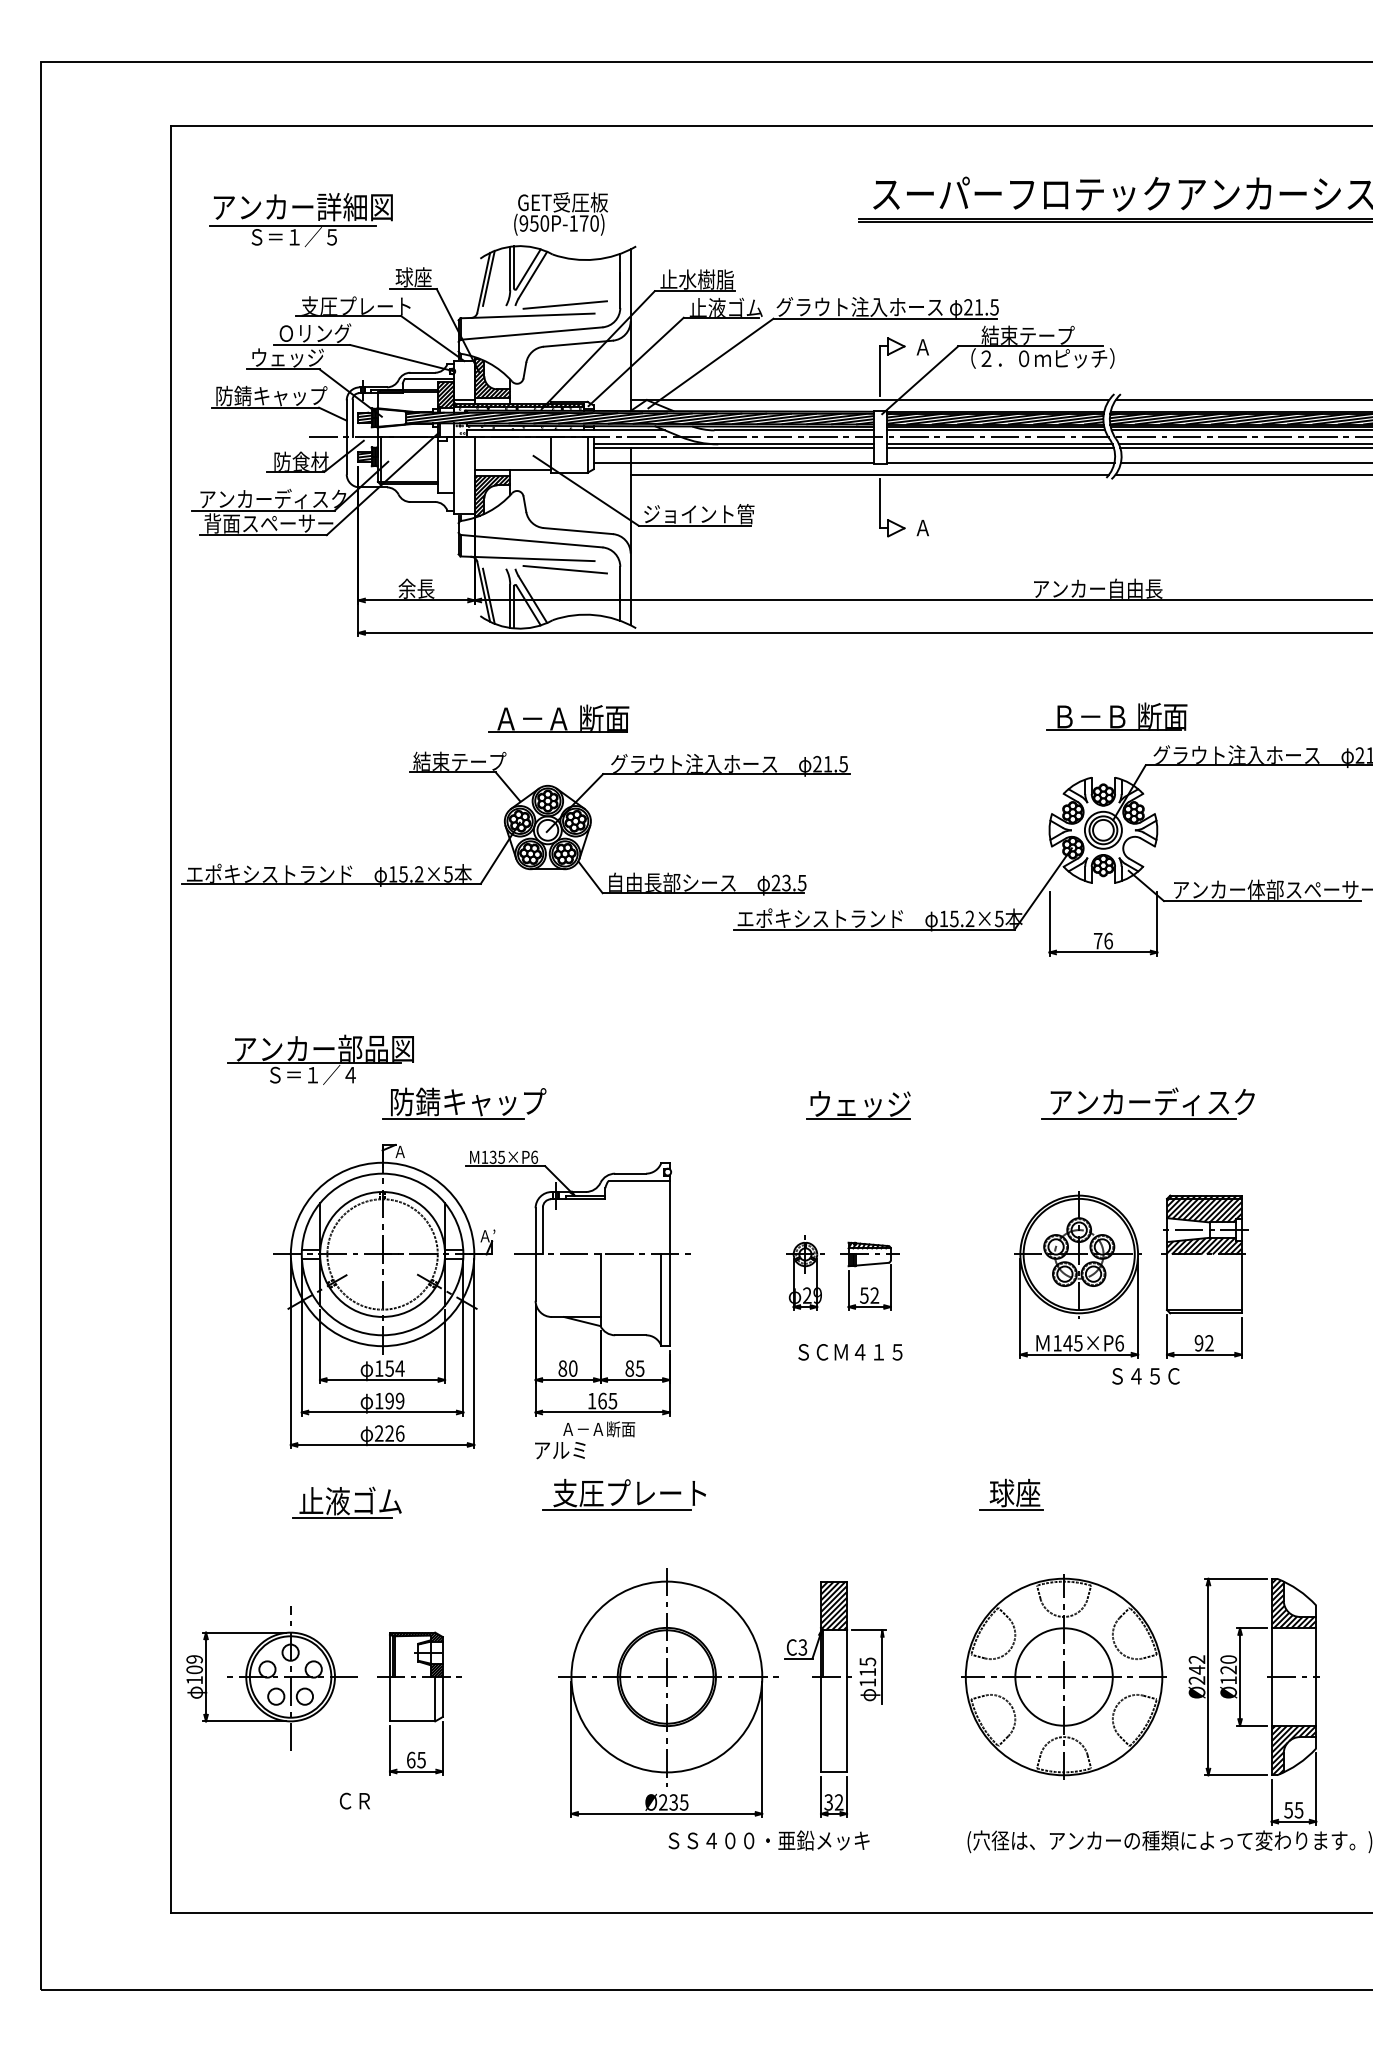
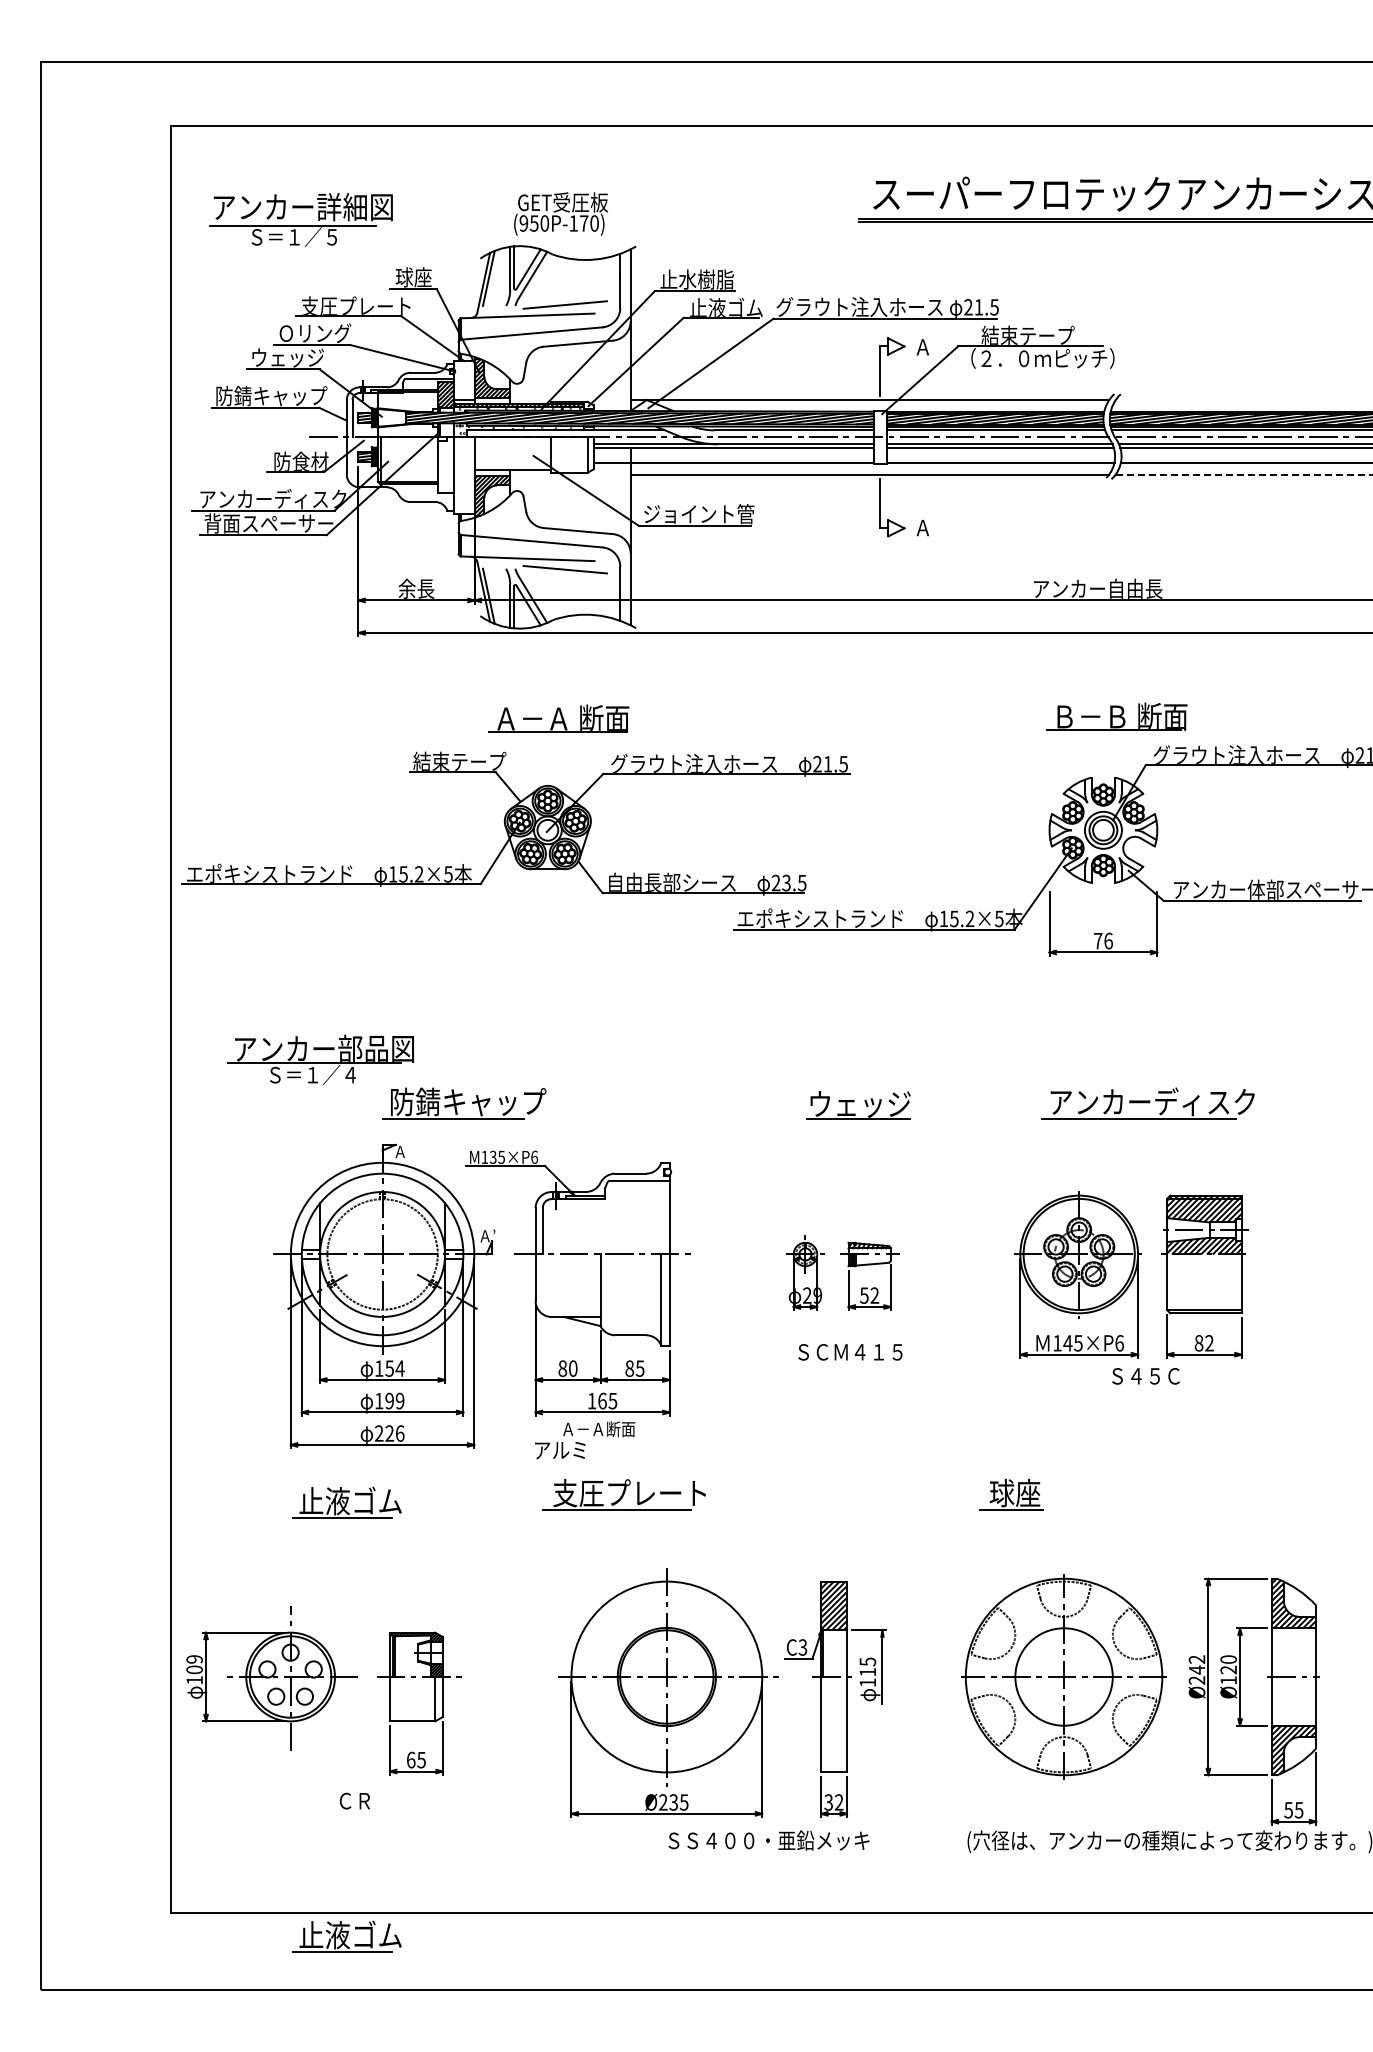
line at (1242, 400): present -> none
line at (1244, 474): solid -> dashed
text at (1198, 1343): 92 -> 82
part at (346, 1936): none -> present
